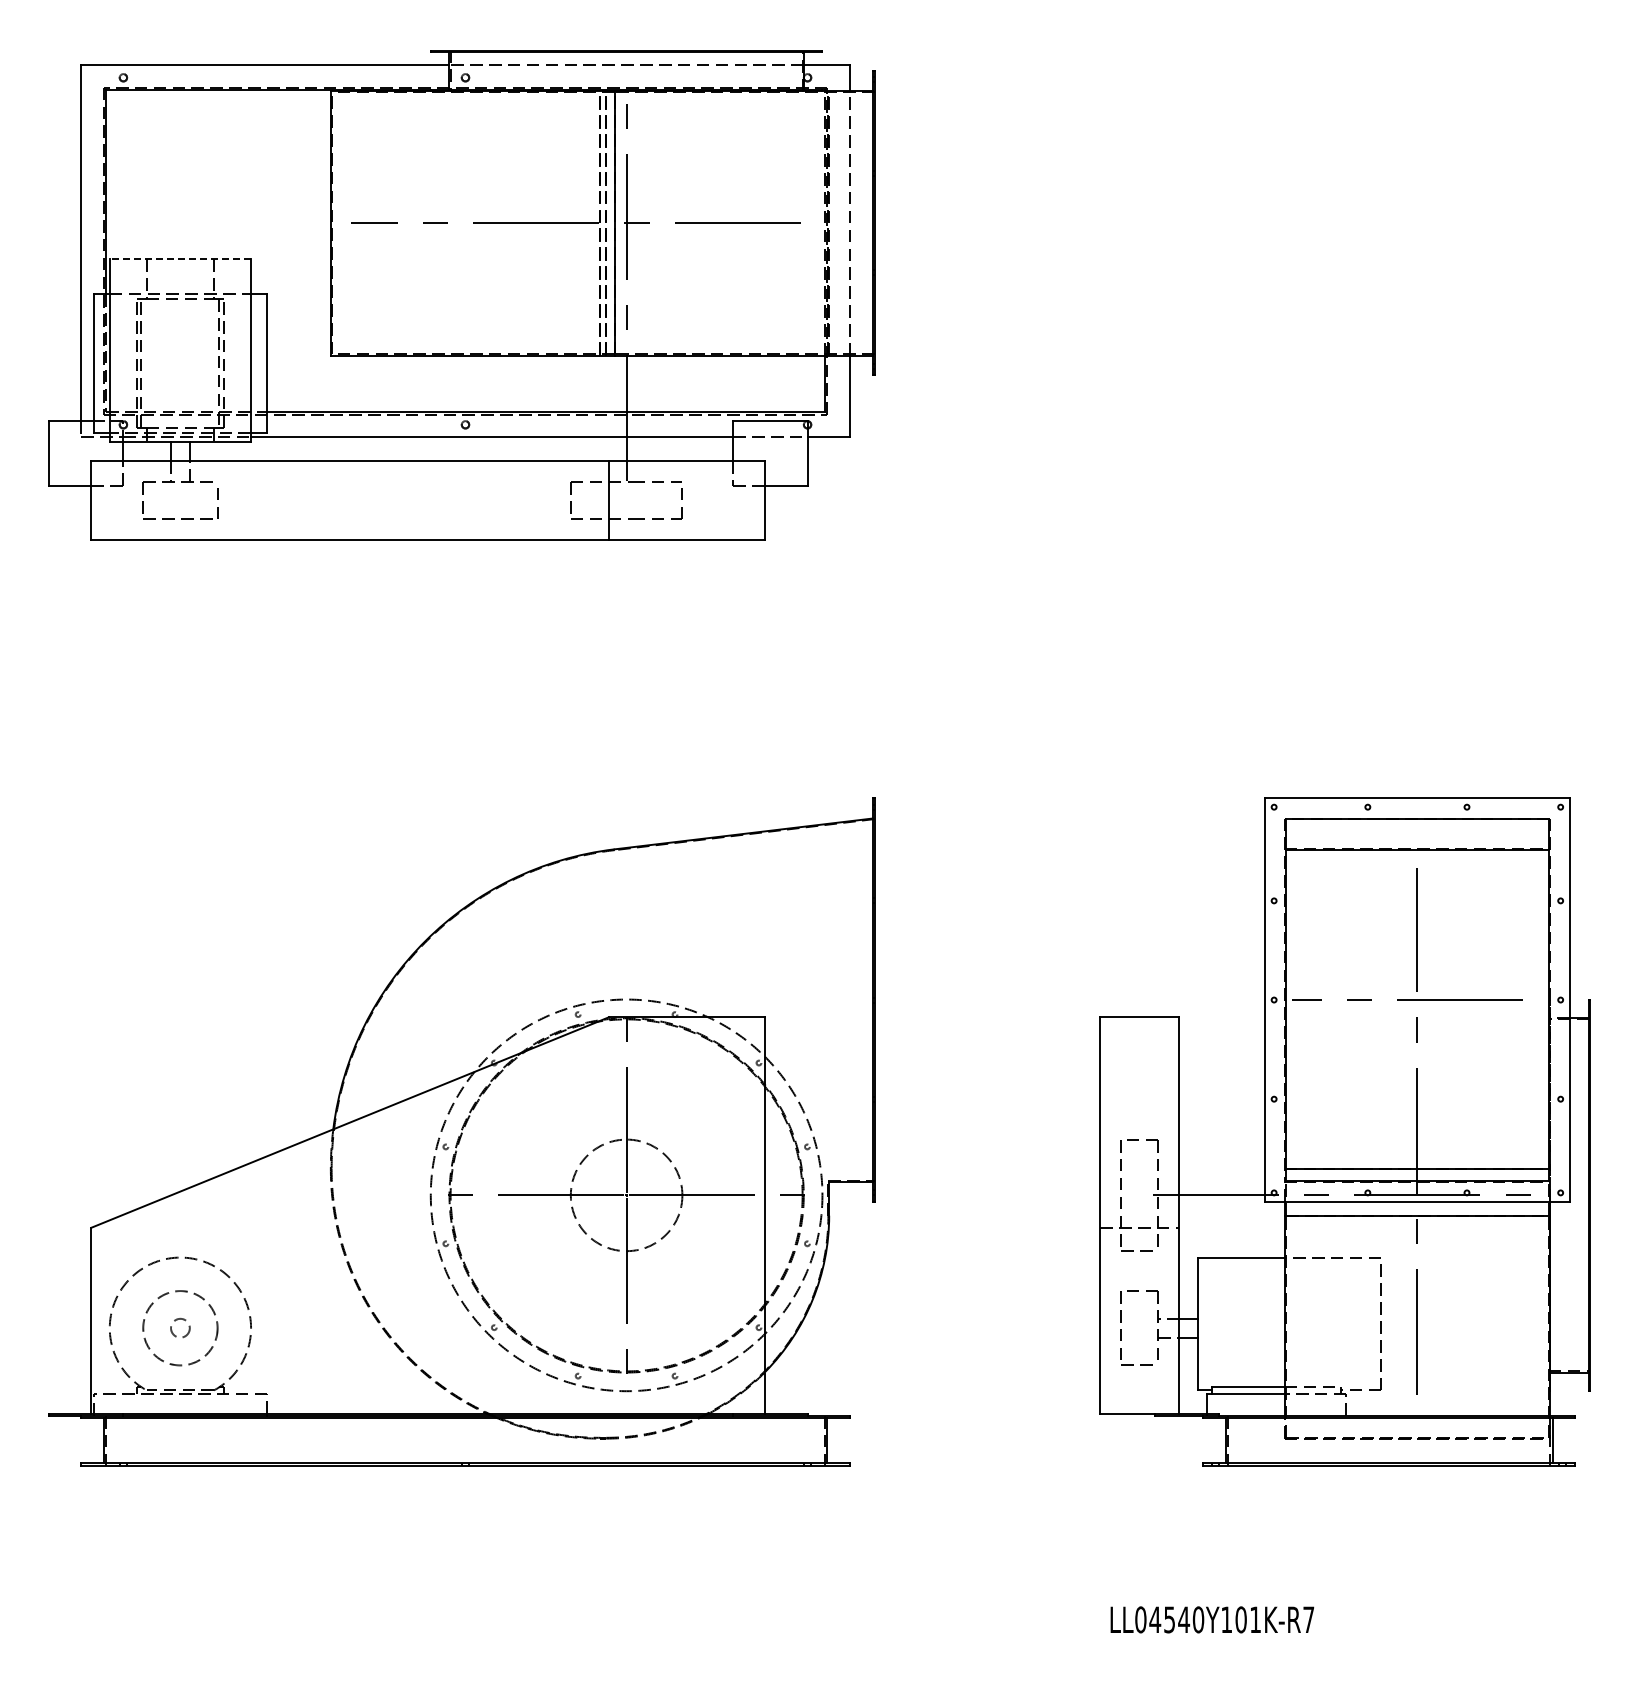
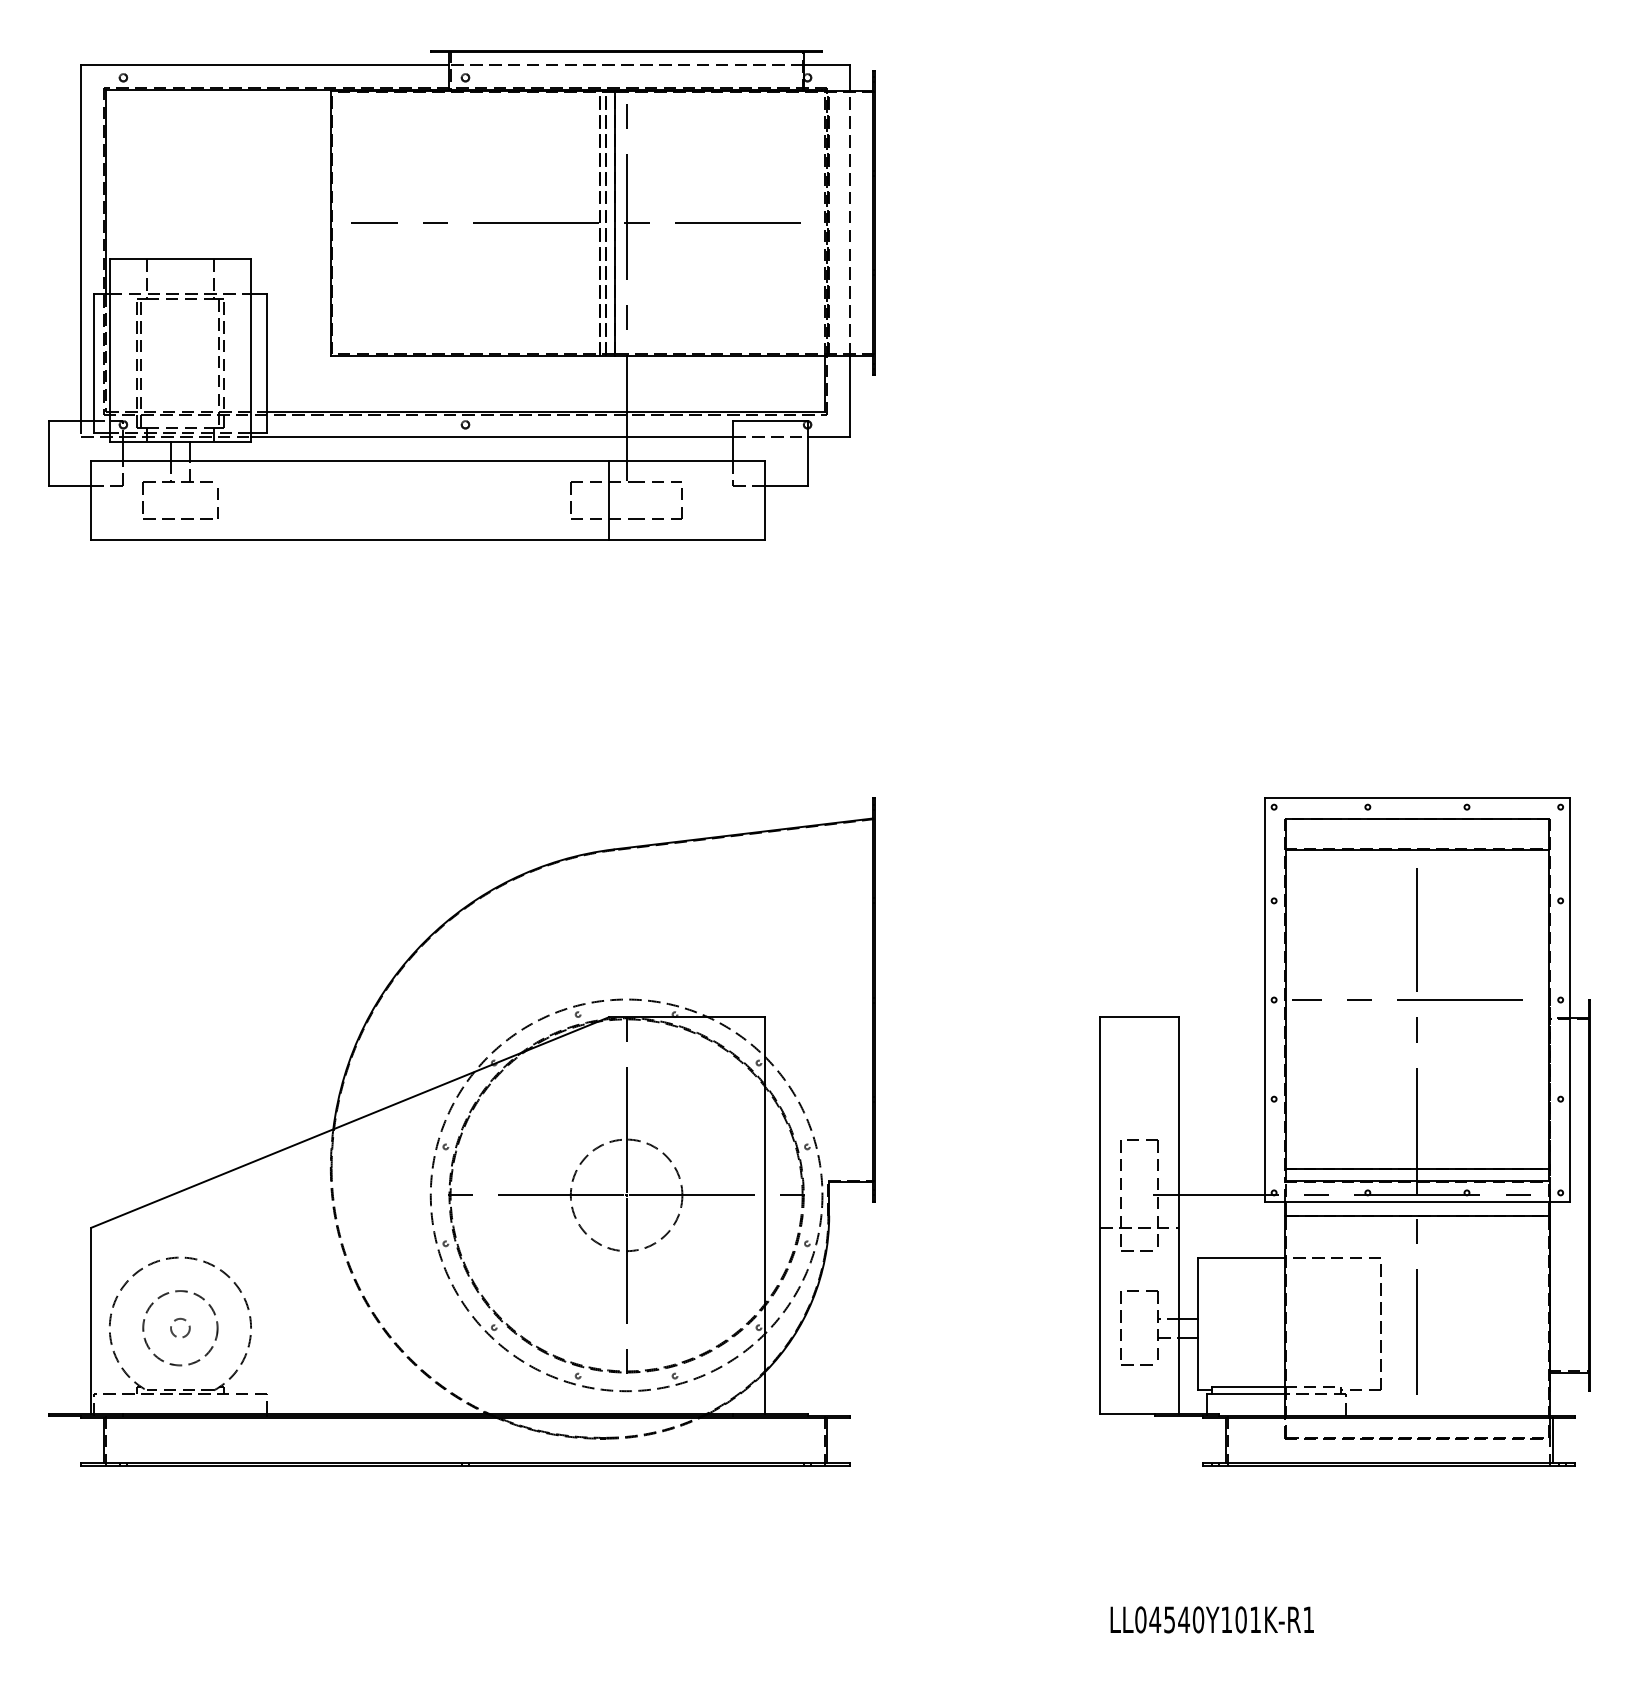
line at (180, 259): dashed -> solid
text at (1308, 1619): LL04540Y101K-R7 -> LL04540Y101K-R1
